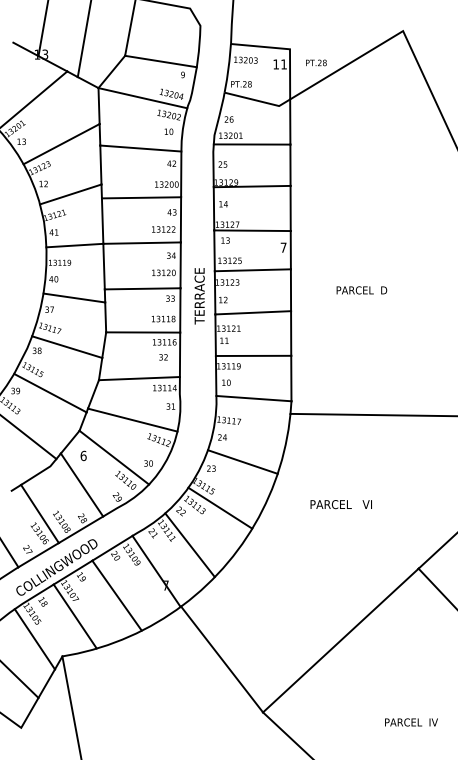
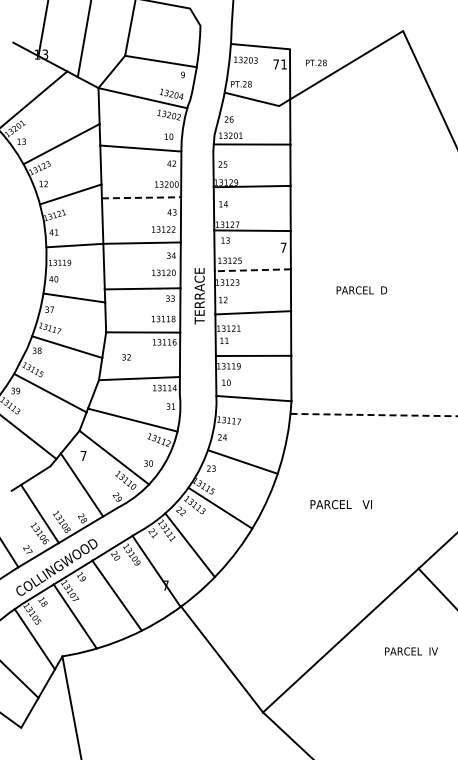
text at (275, 64): 11 -> 71
text at (168, 131) position: (168, 131) -> (168, 136)
line at (141, 197): solid -> dashed
line at (252, 270): solid -> dashed
text at (163, 357) position: (163, 357) -> (126, 357)
line at (374, 415): solid -> dashed
text at (83, 455): 6 -> 7
text at (411, 722) position: (411, 722) -> (411, 651)
